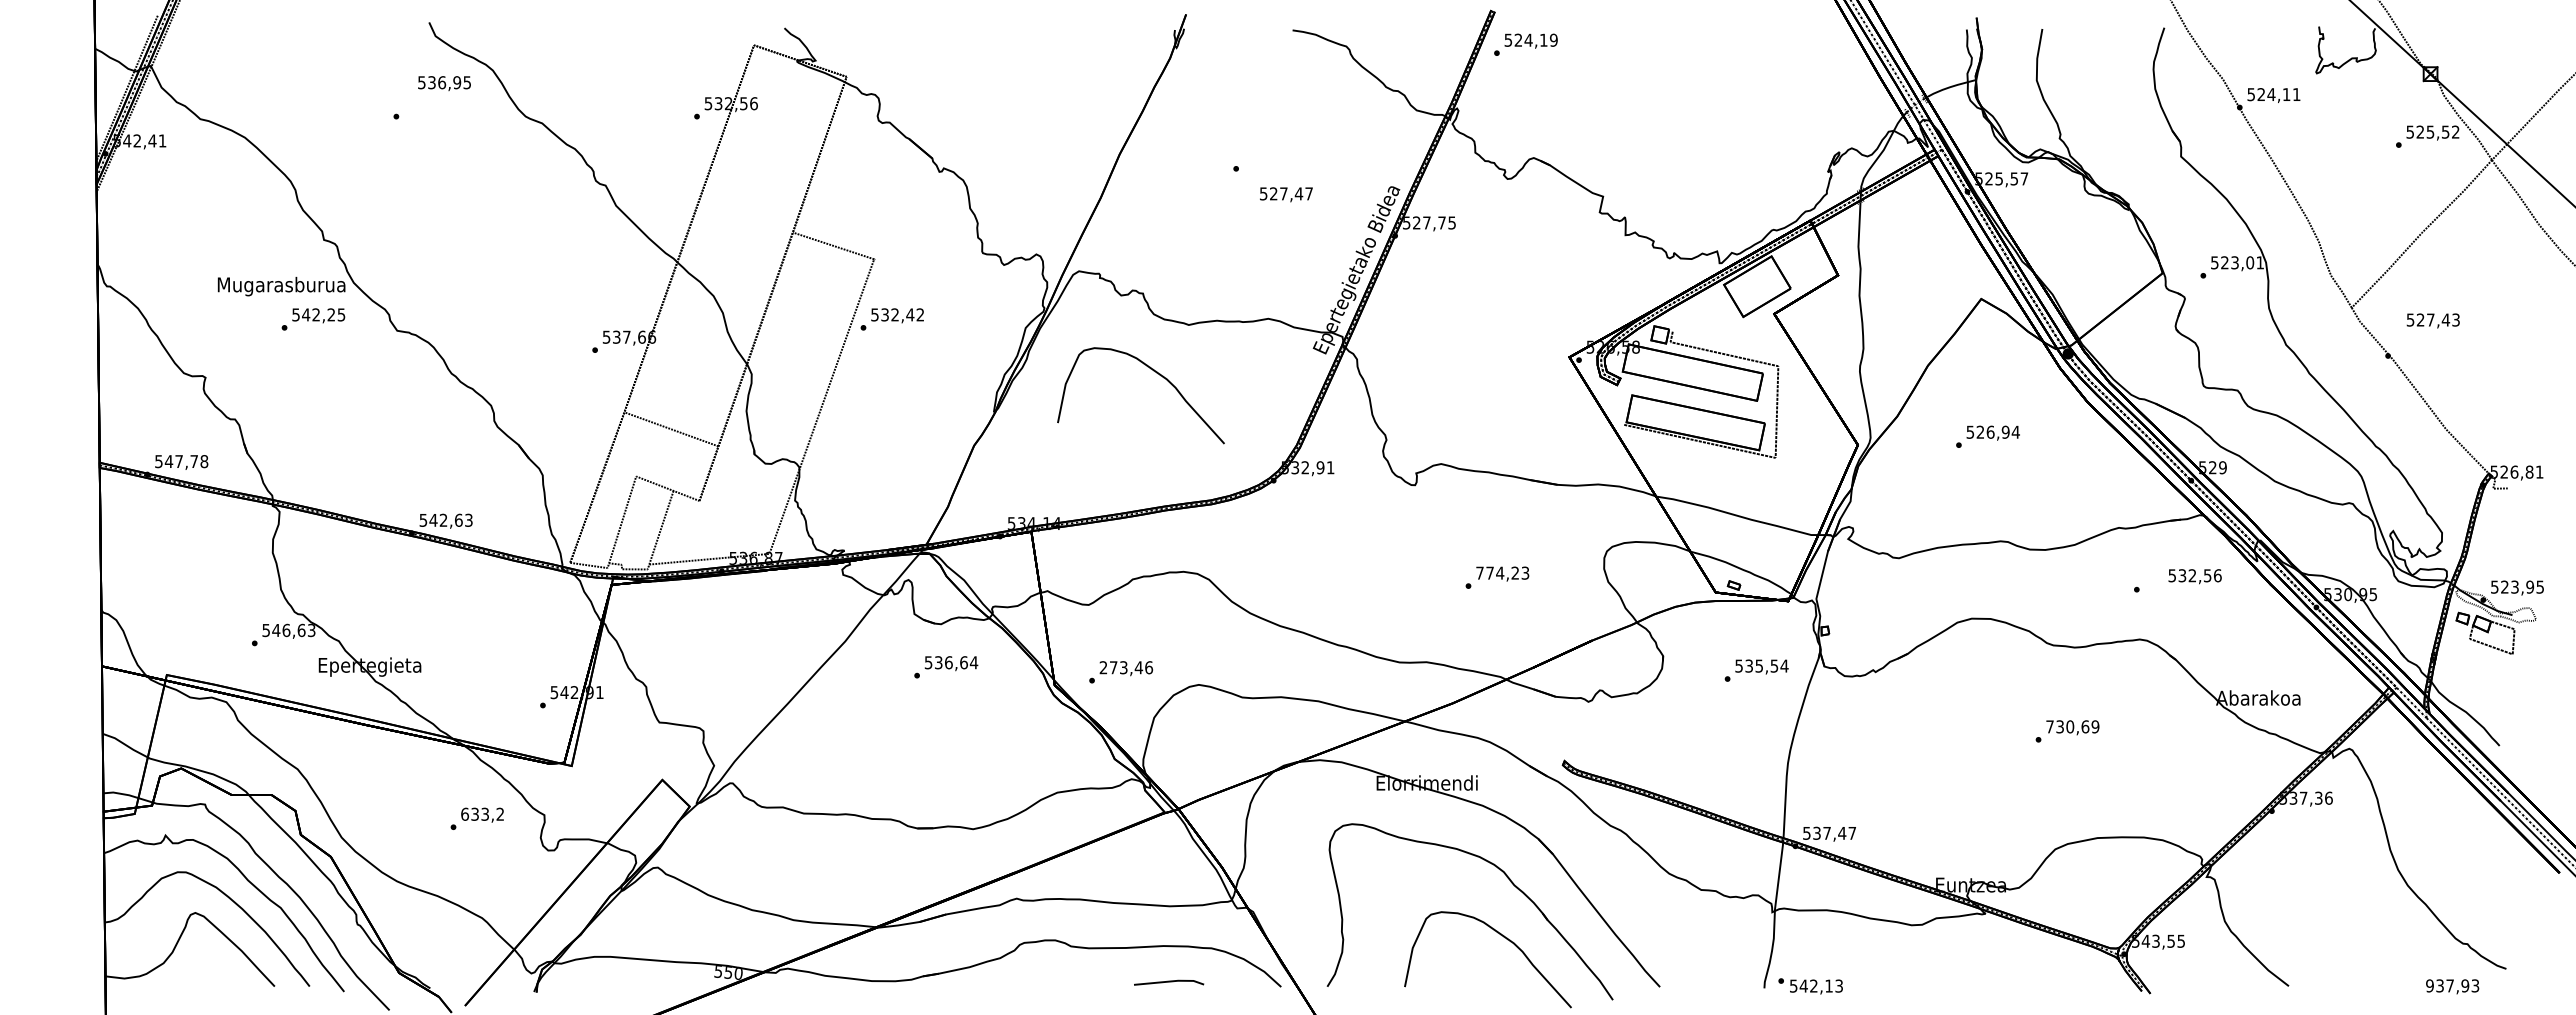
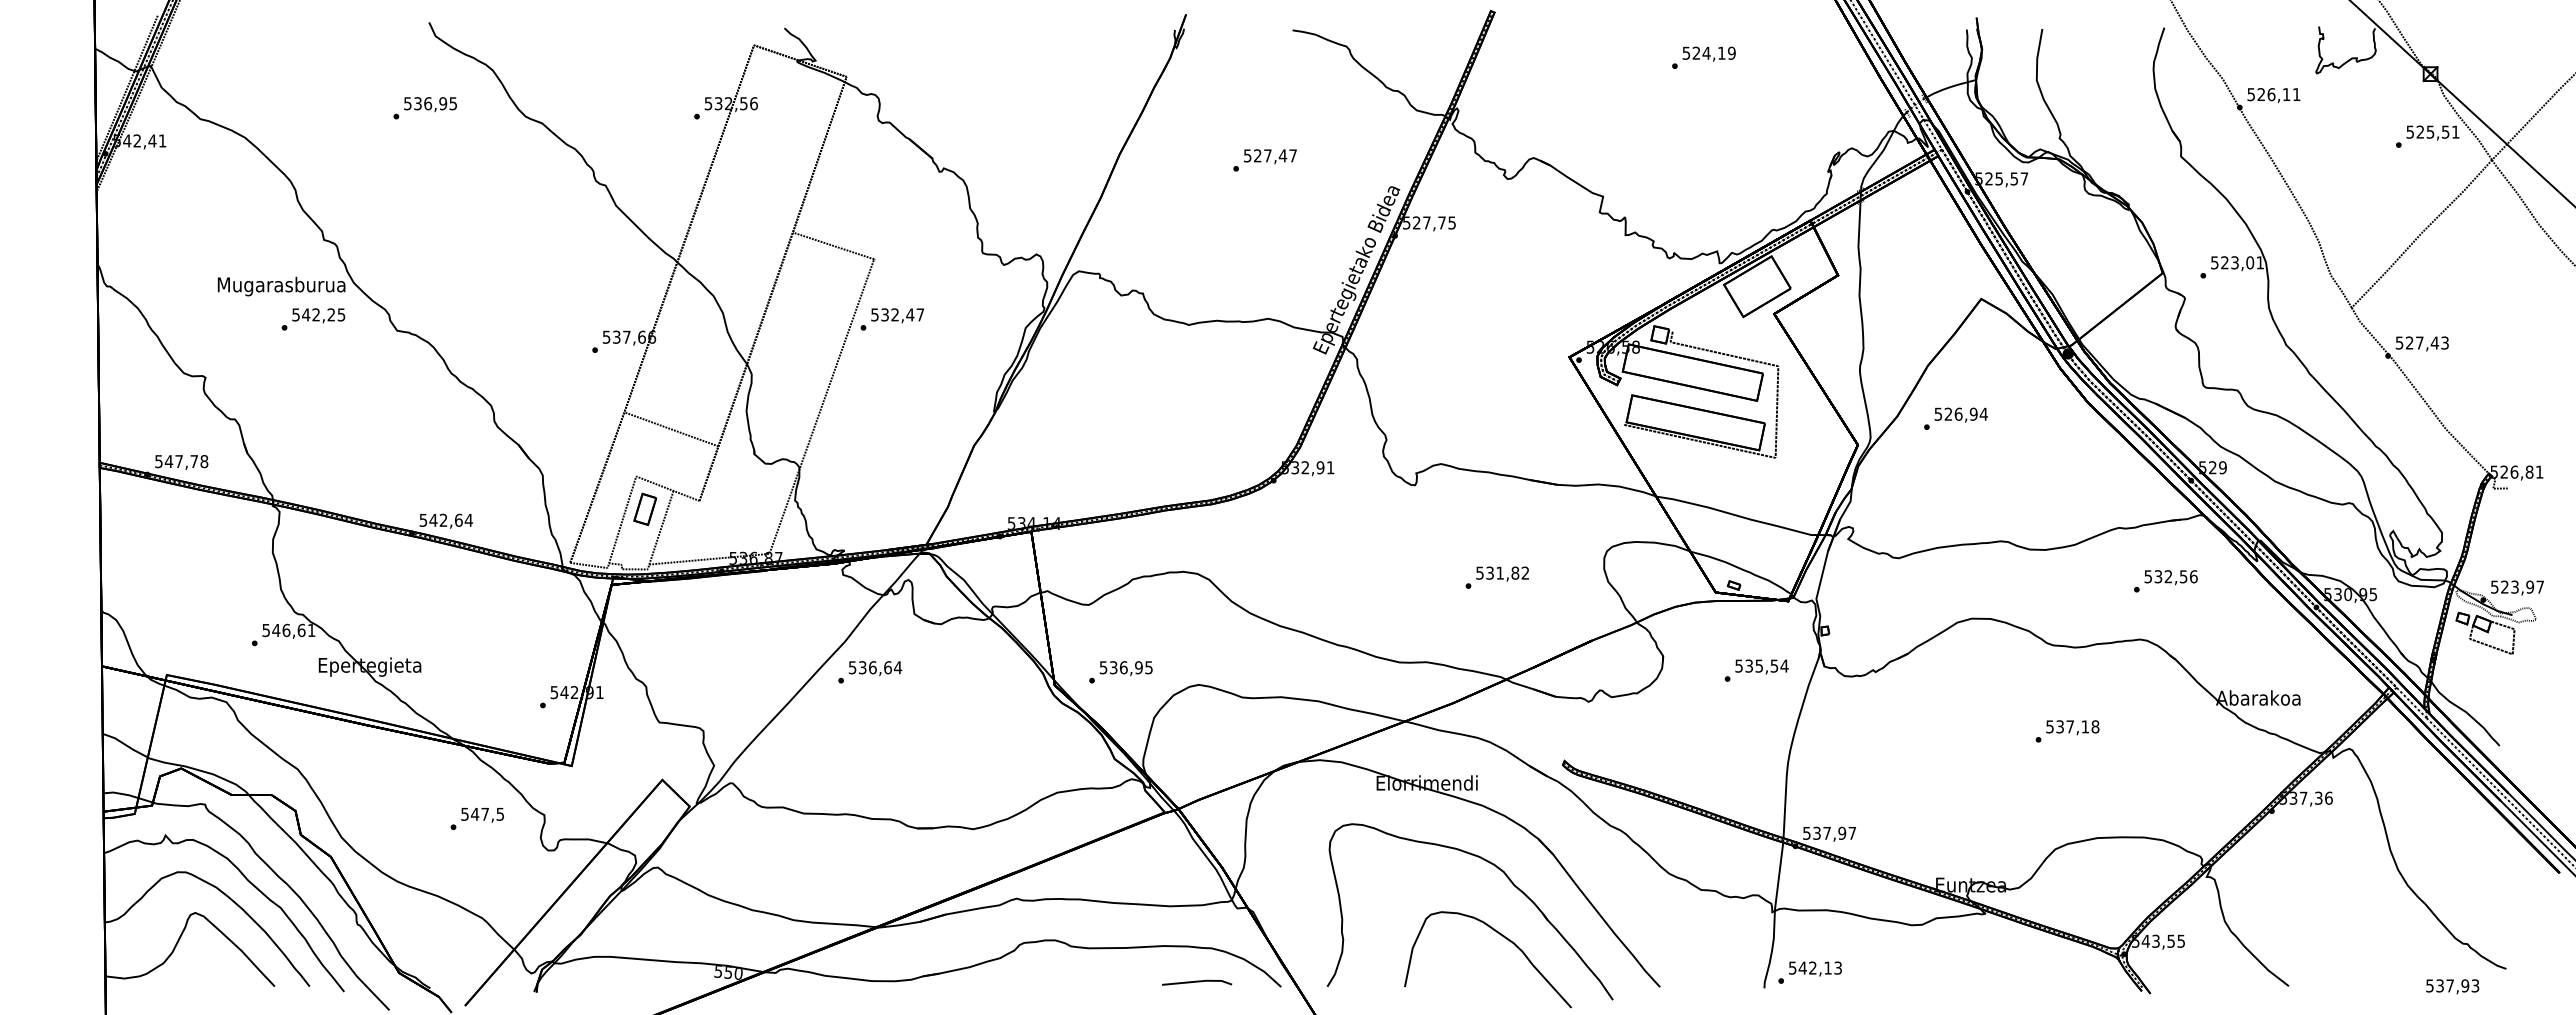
text at (1525, 44) position: (1525, 44) -> (1703, 57)
text at (444, 83) position: (444, 83) -> (430, 104)
text at (2271, 94): 524,11 -> 526,11
text at (2455, 131): 525,52 -> 525,51
text at (1286, 194) position: (1286, 194) -> (1270, 156)
text at (920, 314): 532,42 -> 532,47
text at (2432, 320) position: (2432, 320) -> (2421, 343)
curve at (1156, 373): present -> none
text at (1987, 436) position: (1987, 436) -> (1955, 418)
part at (645, 508): none -> present
text at (468, 519): 542,63 -> 542,64
text at (1502, 572): 774,23 -> 531,82
text at (2194, 576) position: (2194, 576) -> (2170, 577)
text at (2539, 586): 523,95 -> 523,97
text at (311, 630): 546,63 -> 546,61
text at (946, 667) position: (946, 667) -> (870, 672)
text at (1126, 667): 273,46 -> 536,95
text at (2072, 726): 730,69 -> 537,18
text at (482, 813): 633,2 -> 547,5
text at (1842, 832): 537,47 -> 537,97
line at (1169, 982) position: (1169, 982) -> (1197, 982)
text at (2429, 985): 937,93 -> 537,93
text at (1816, 986) position: (1816, 986) -> (1815, 968)
